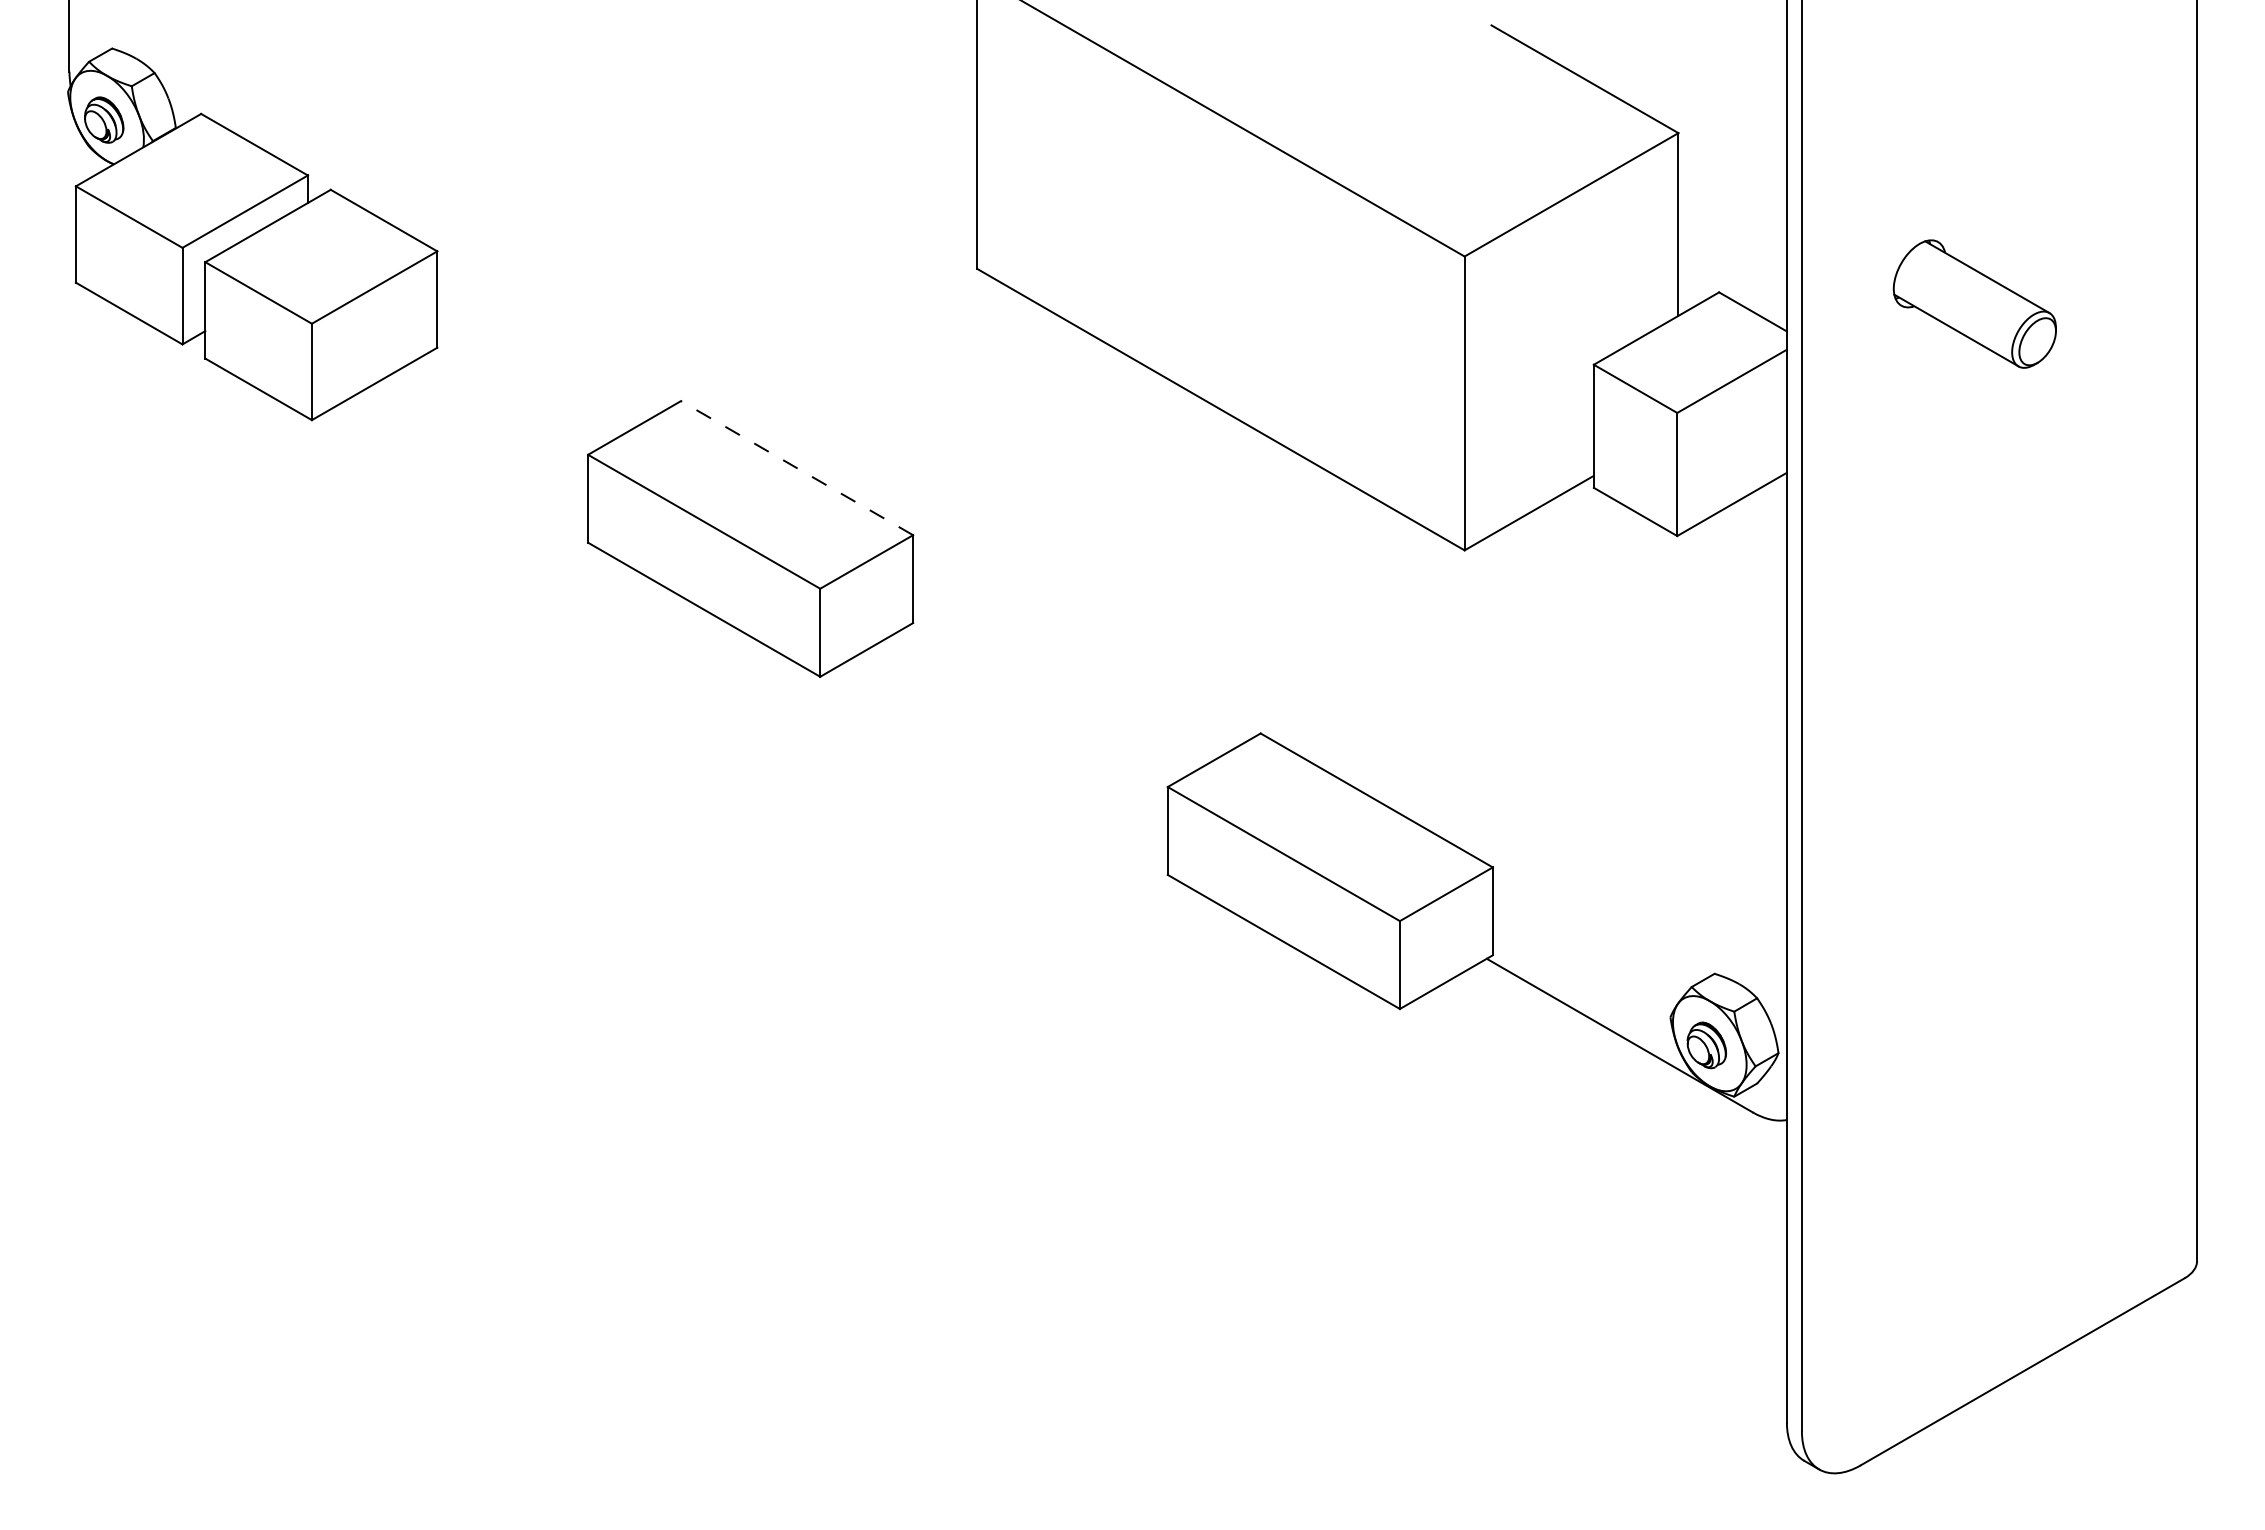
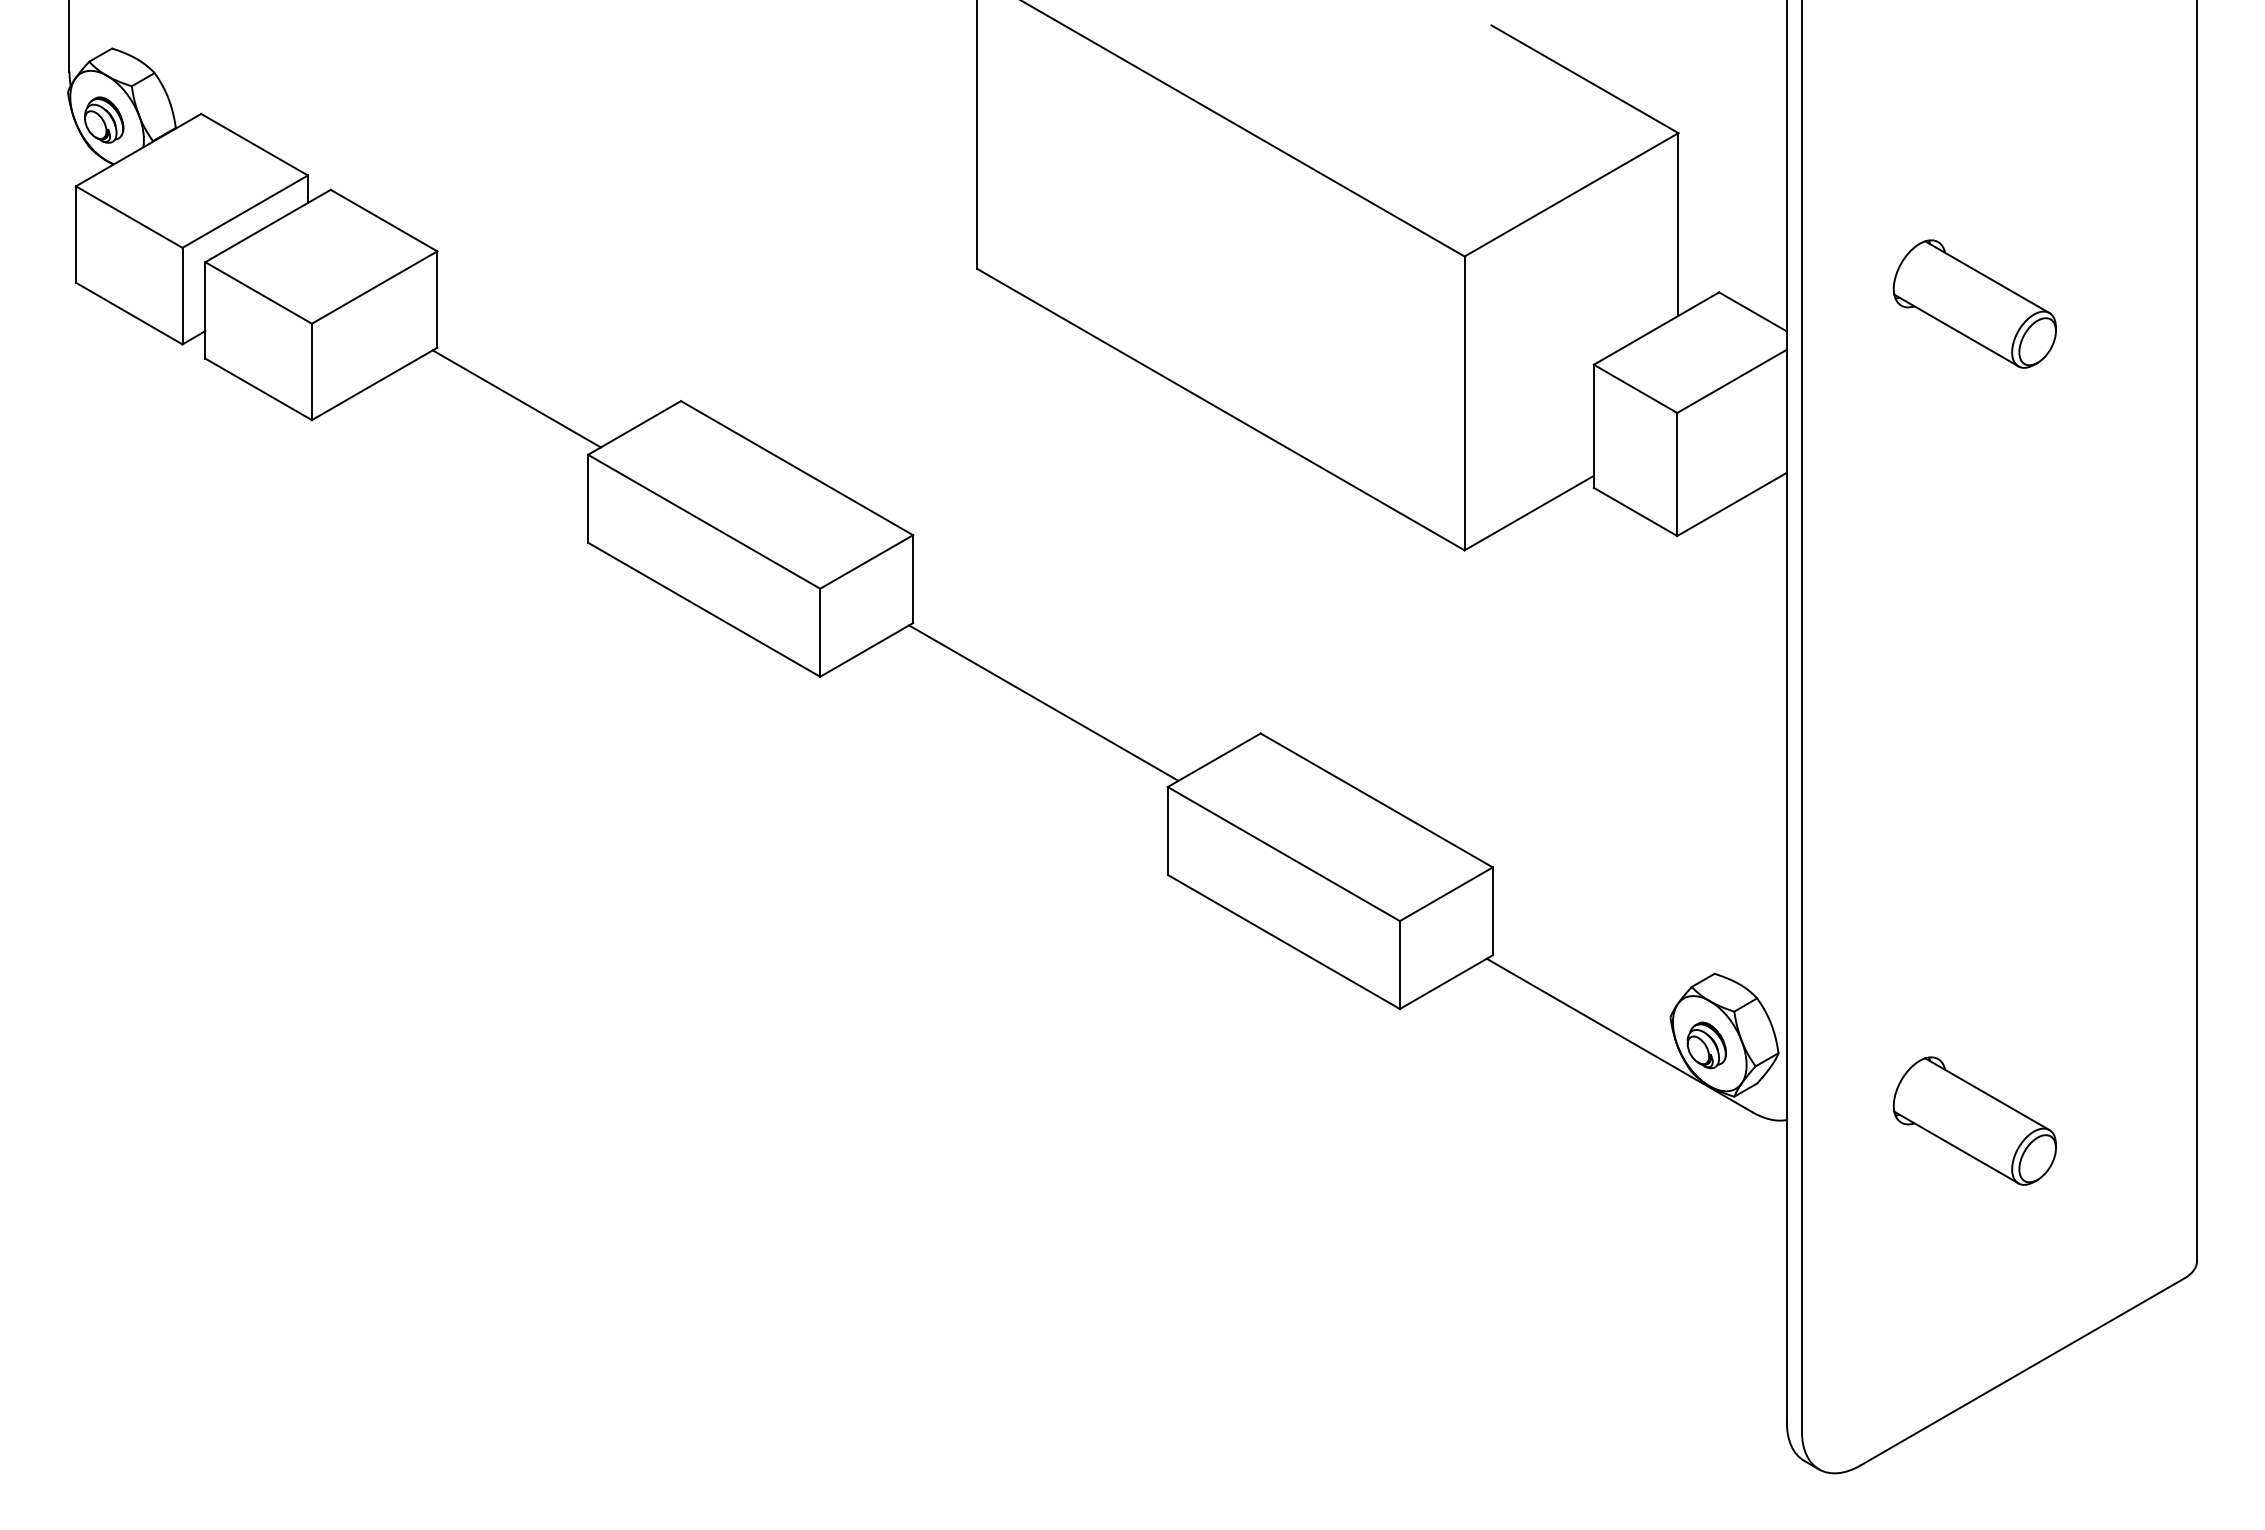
line at (516, 398): none -> present
line at (796, 467): dashed -> solid
line at (1043, 702): none -> present
part at (1974, 1120): none -> present
